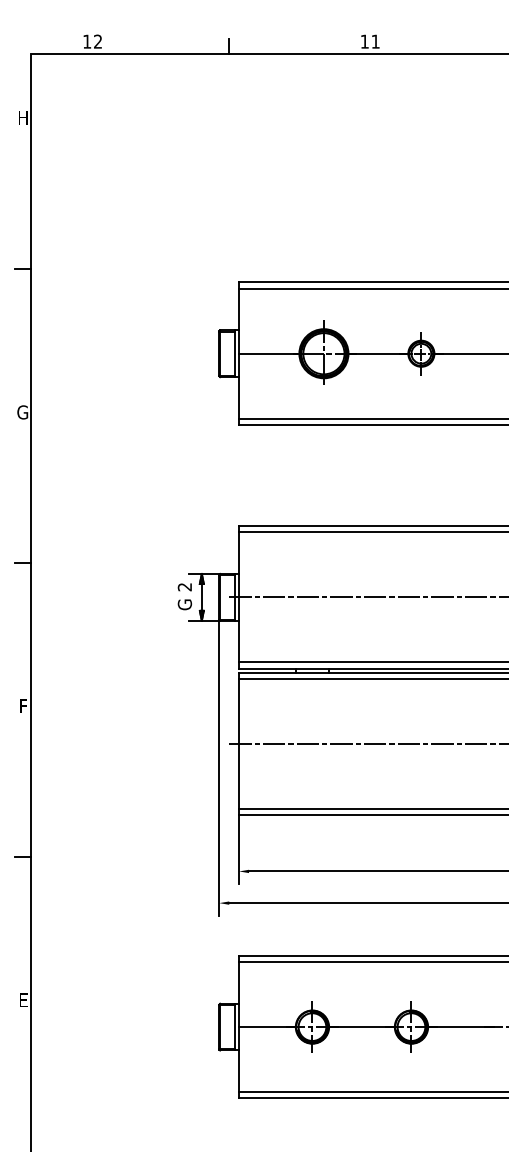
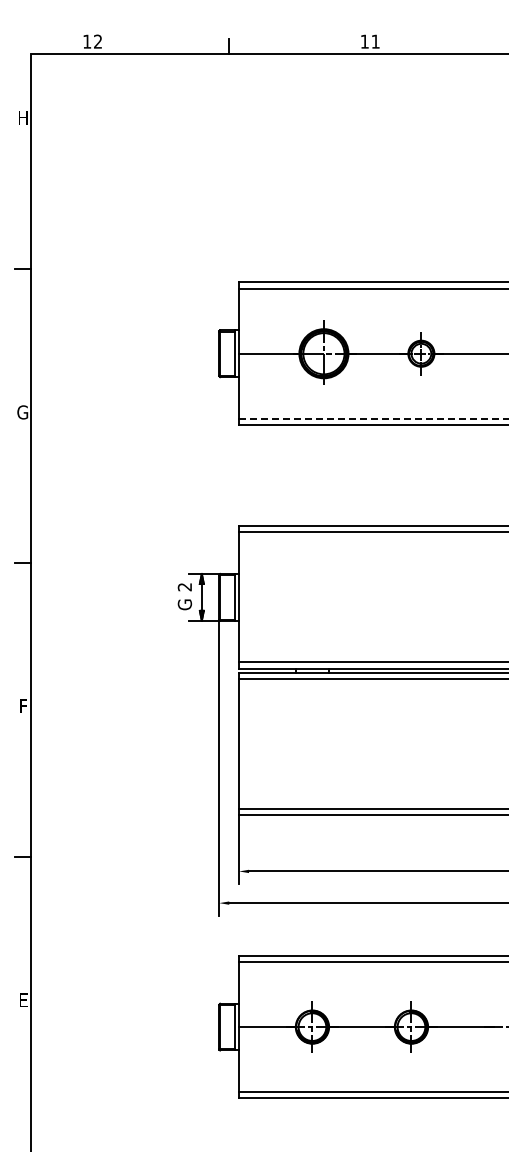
line at (374, 418): solid -> dashed
line at (367, 597): present -> none
line at (367, 743): present -> none
